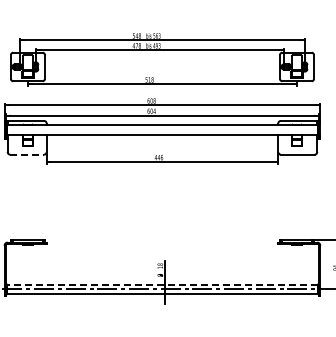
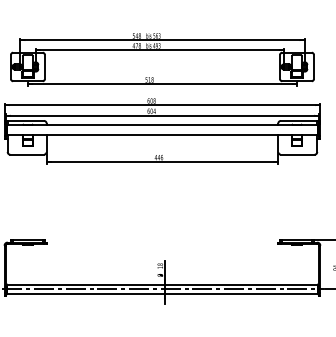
line at (27, 154): dashed -> solid
line at (162, 284): dashed -> solid
